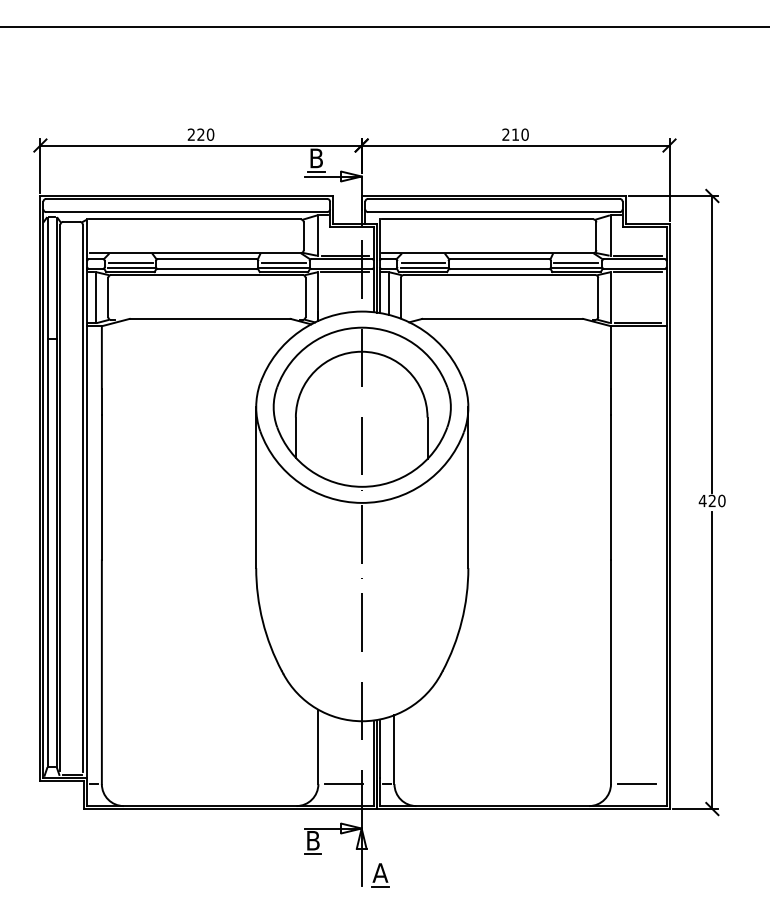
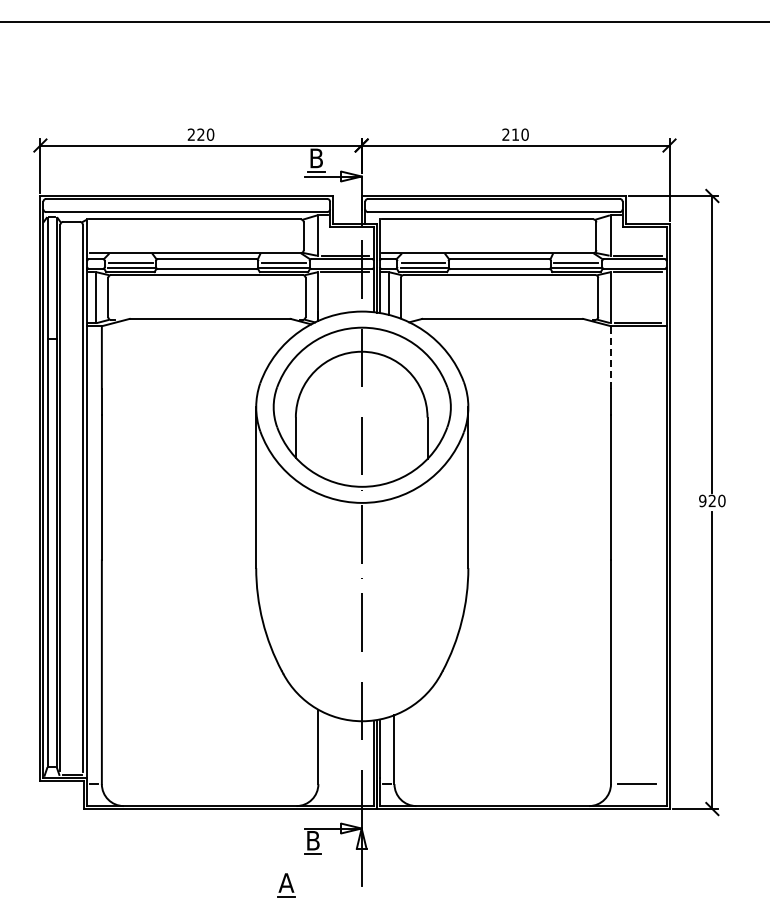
line at (384, 27) position: (384, 27) -> (384, 22)
line at (611, 357): solid -> dashed
text at (702, 500): 420 -> 920
line at (343, 784): present -> none
part at (380, 875) position: (380, 875) -> (286, 885)
